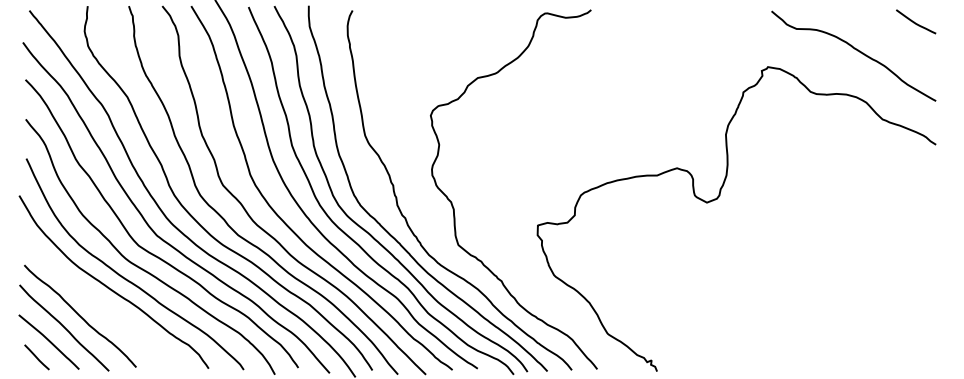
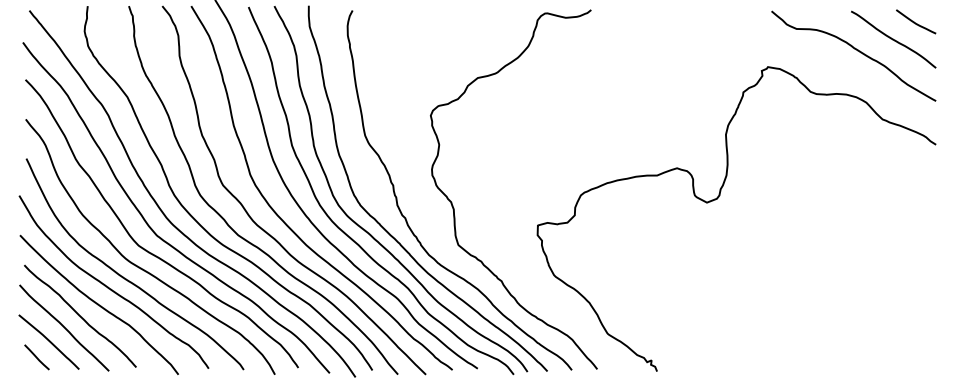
curve at (893, 39): none -> present
curve at (98, 304): none -> present
